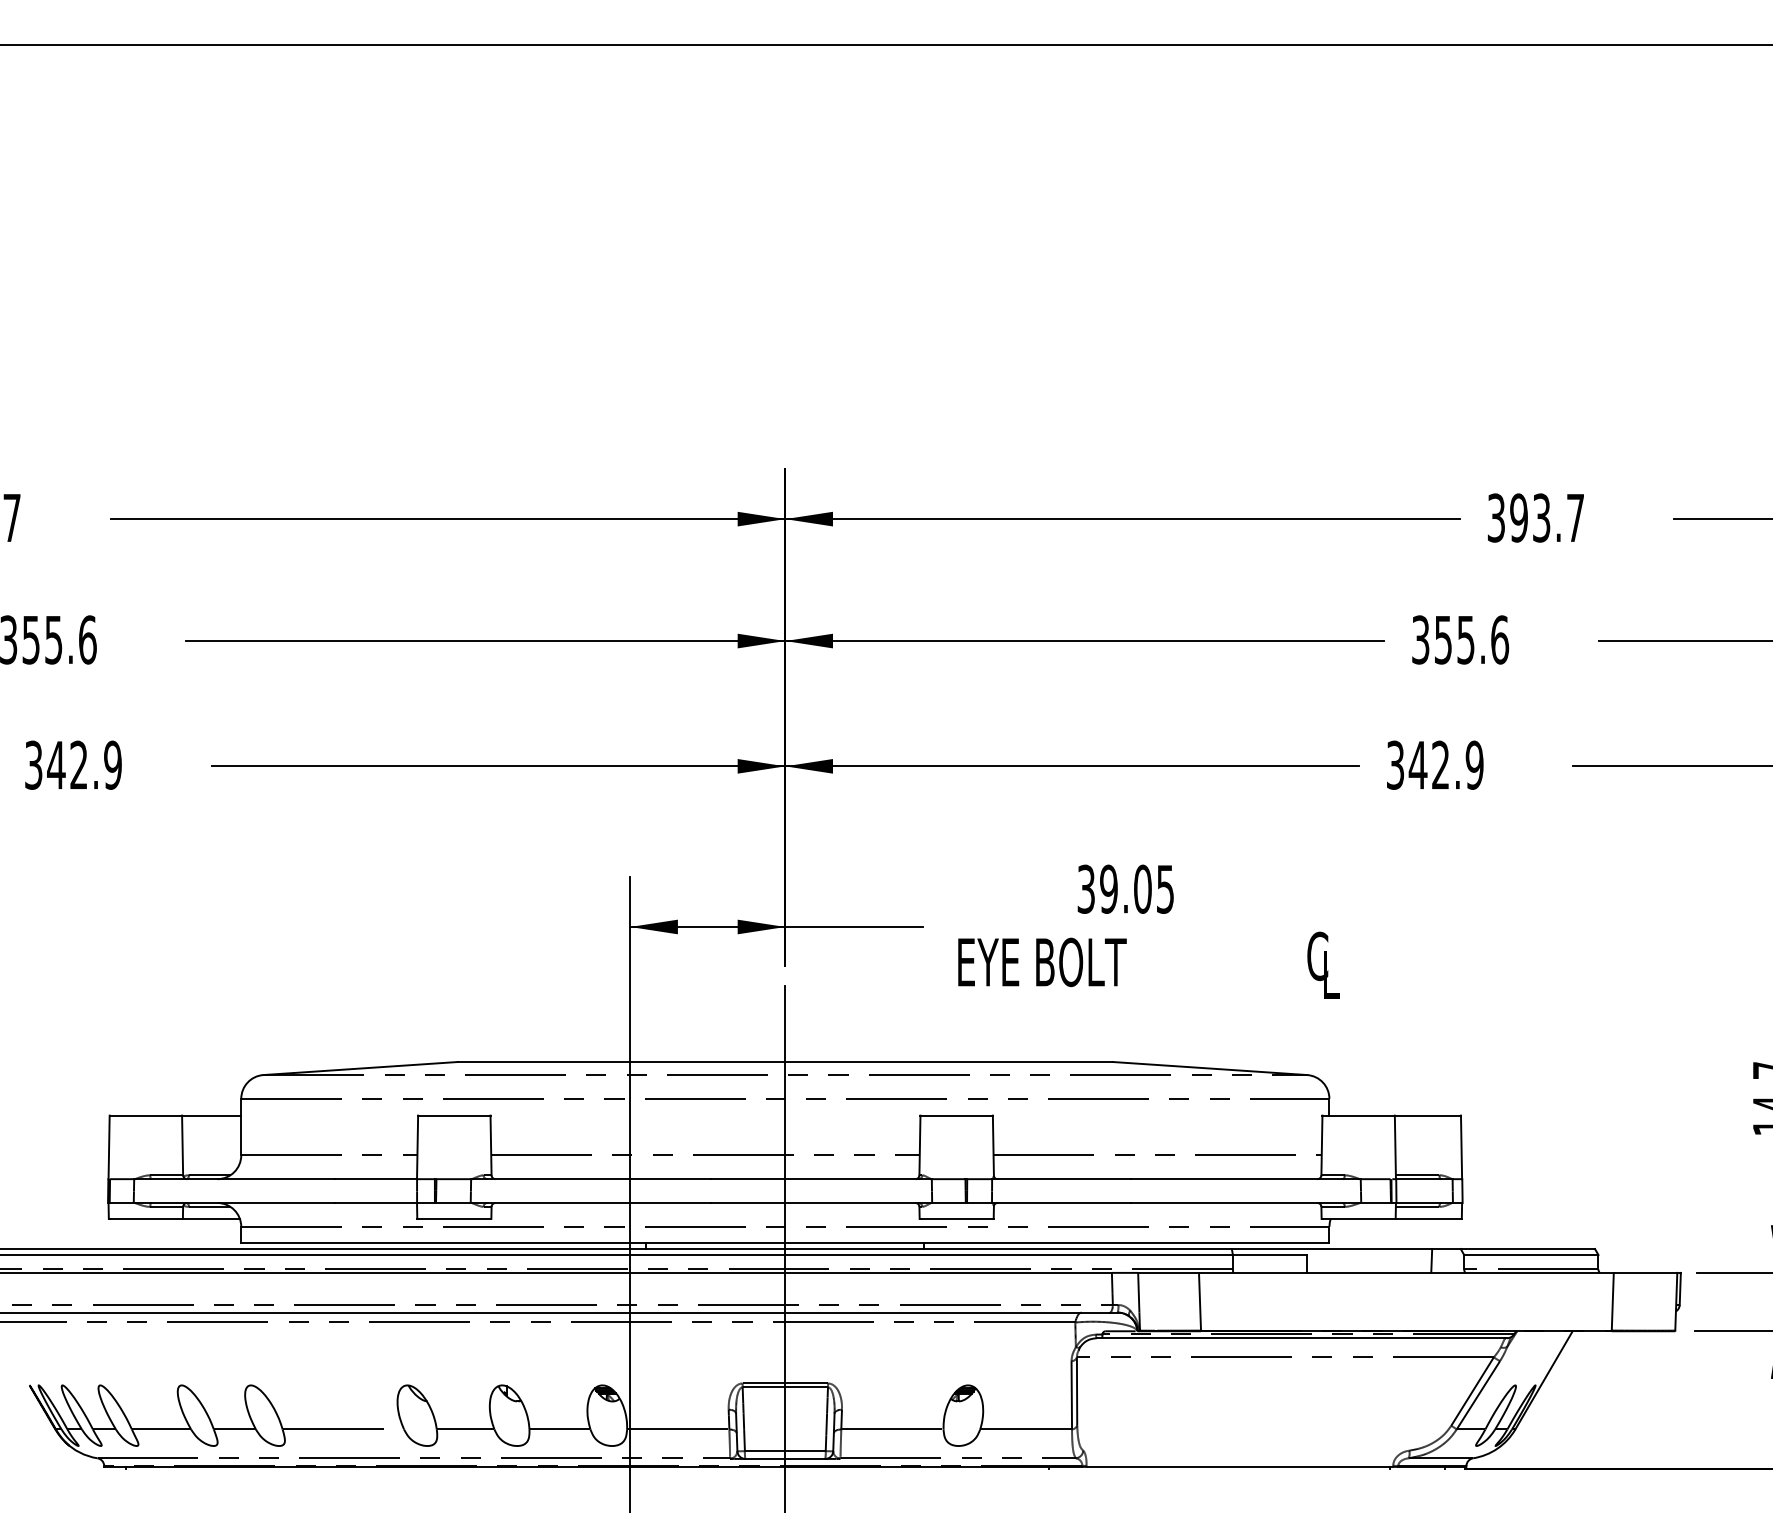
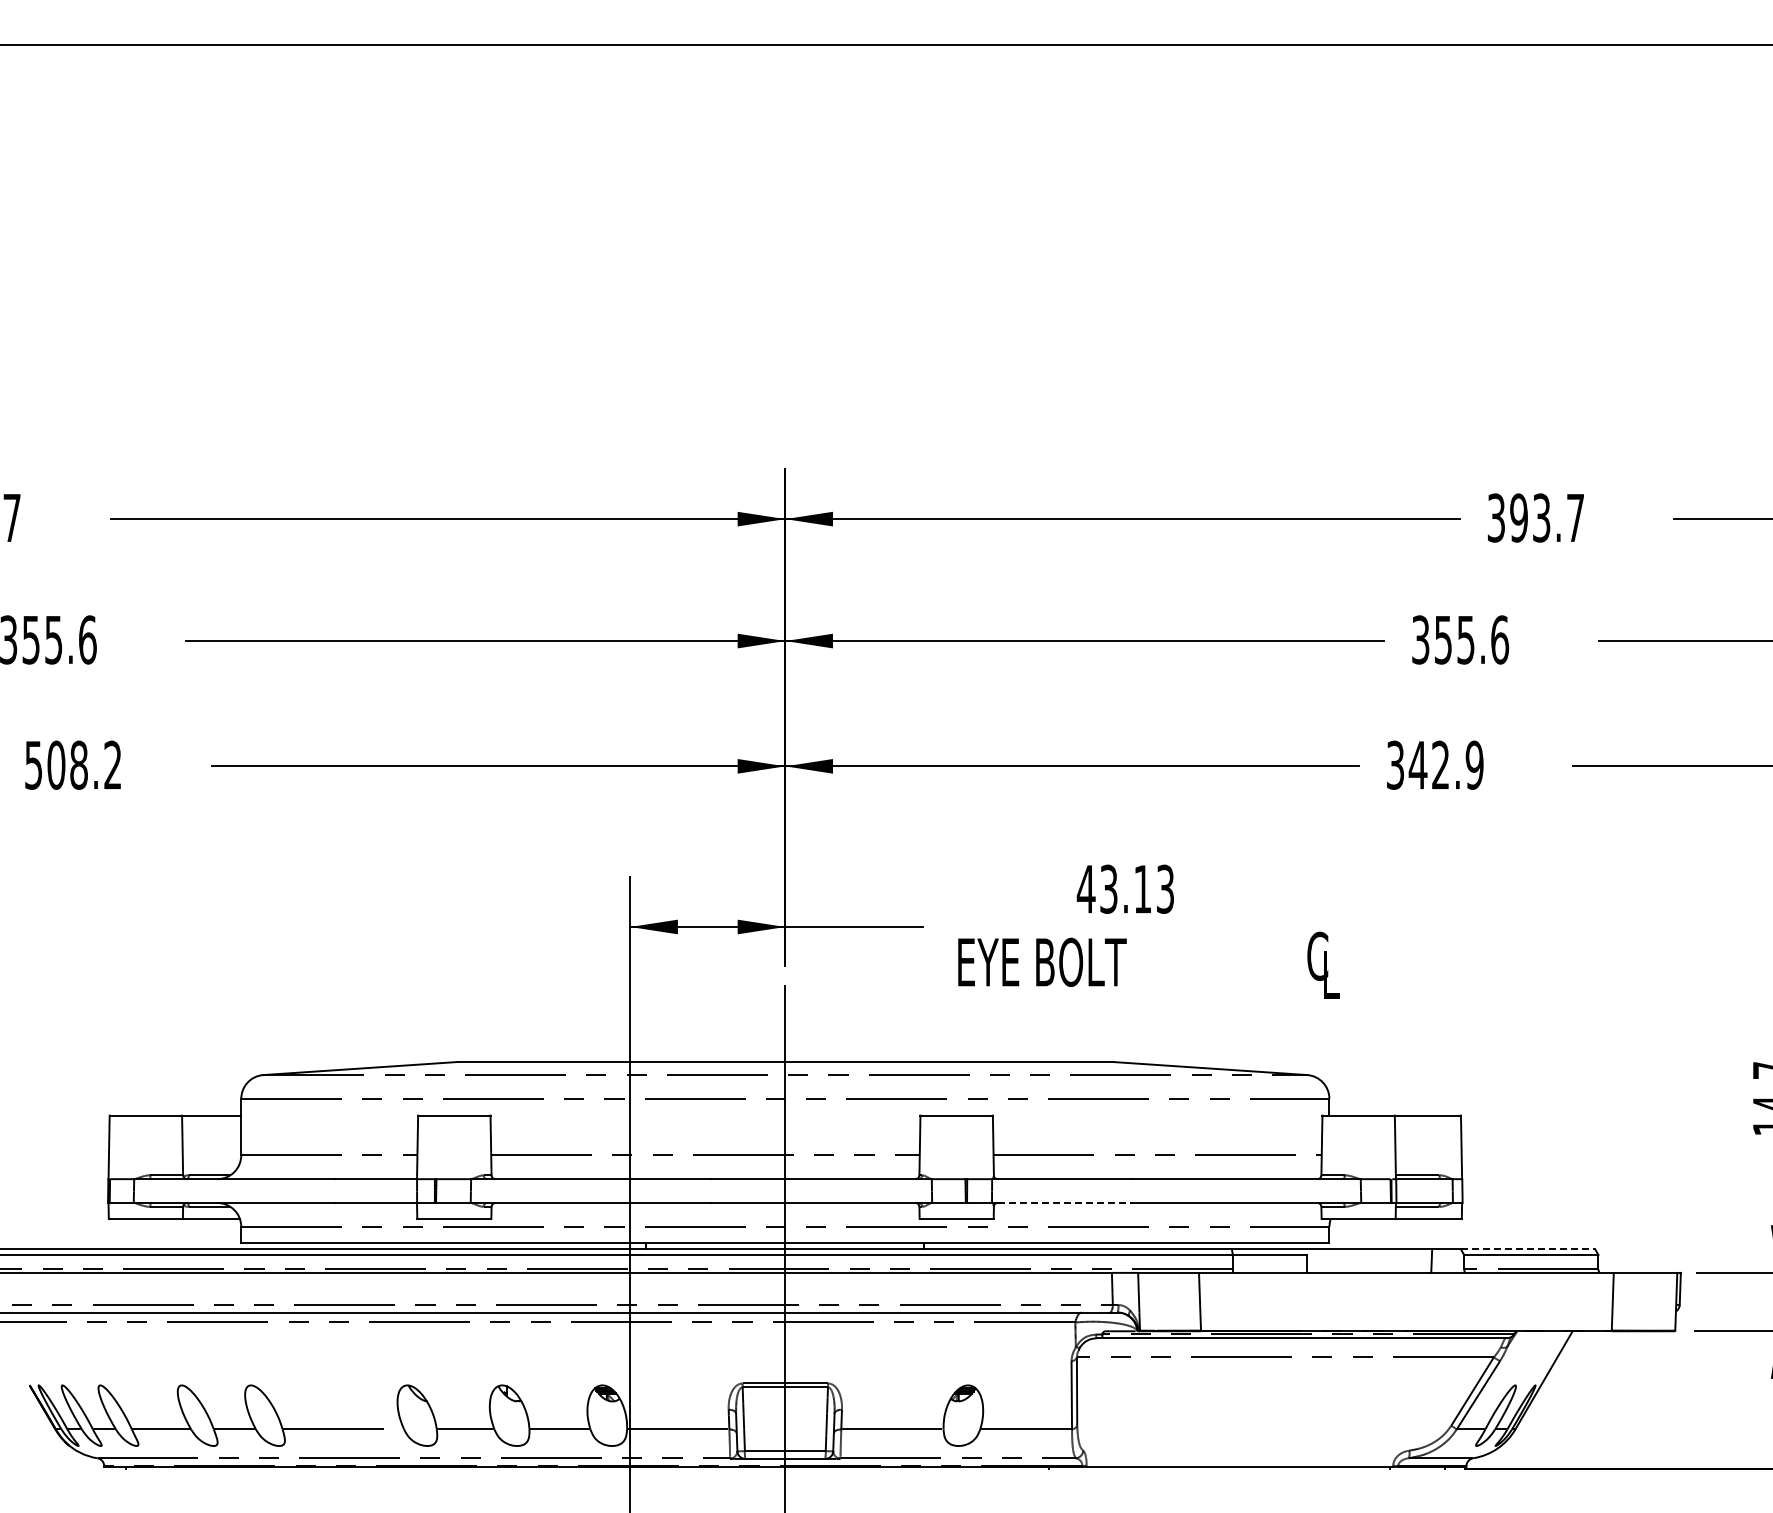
text at (73, 764): 342.9 -> 508.2
text at (1124, 888): 39.05 -> 43.13
line at (1064, 1202): solid -> dashed
line at (1528, 1249): solid -> dashed
